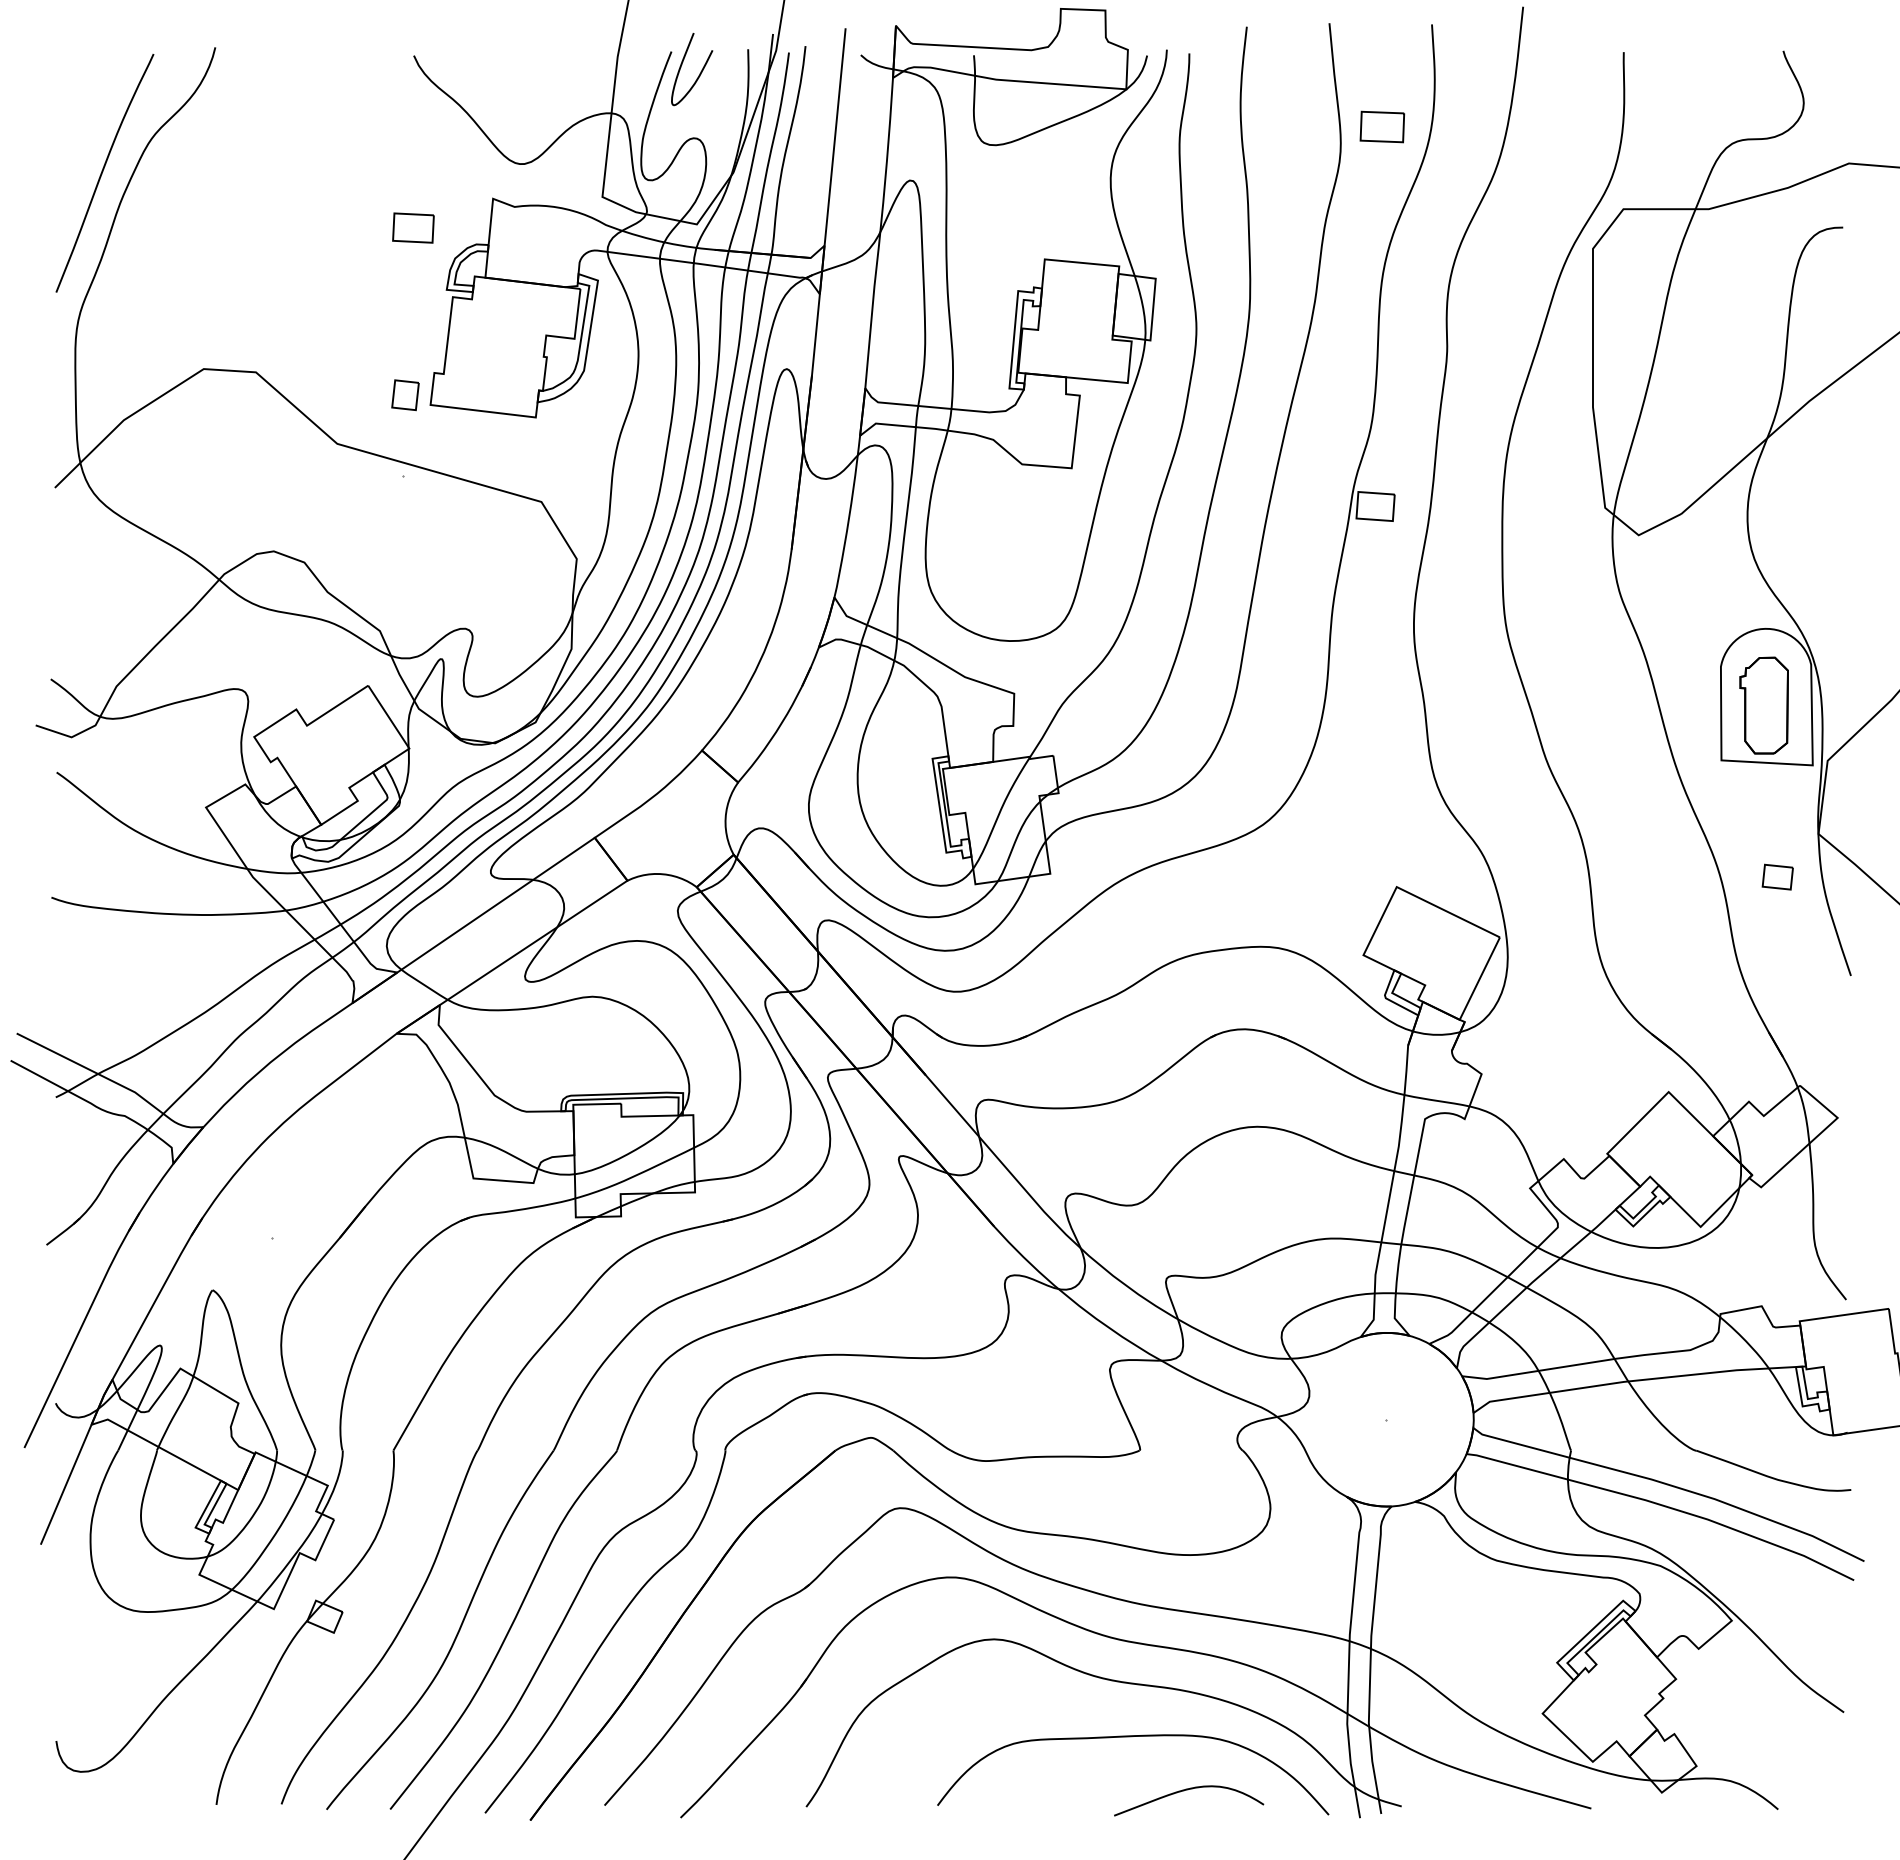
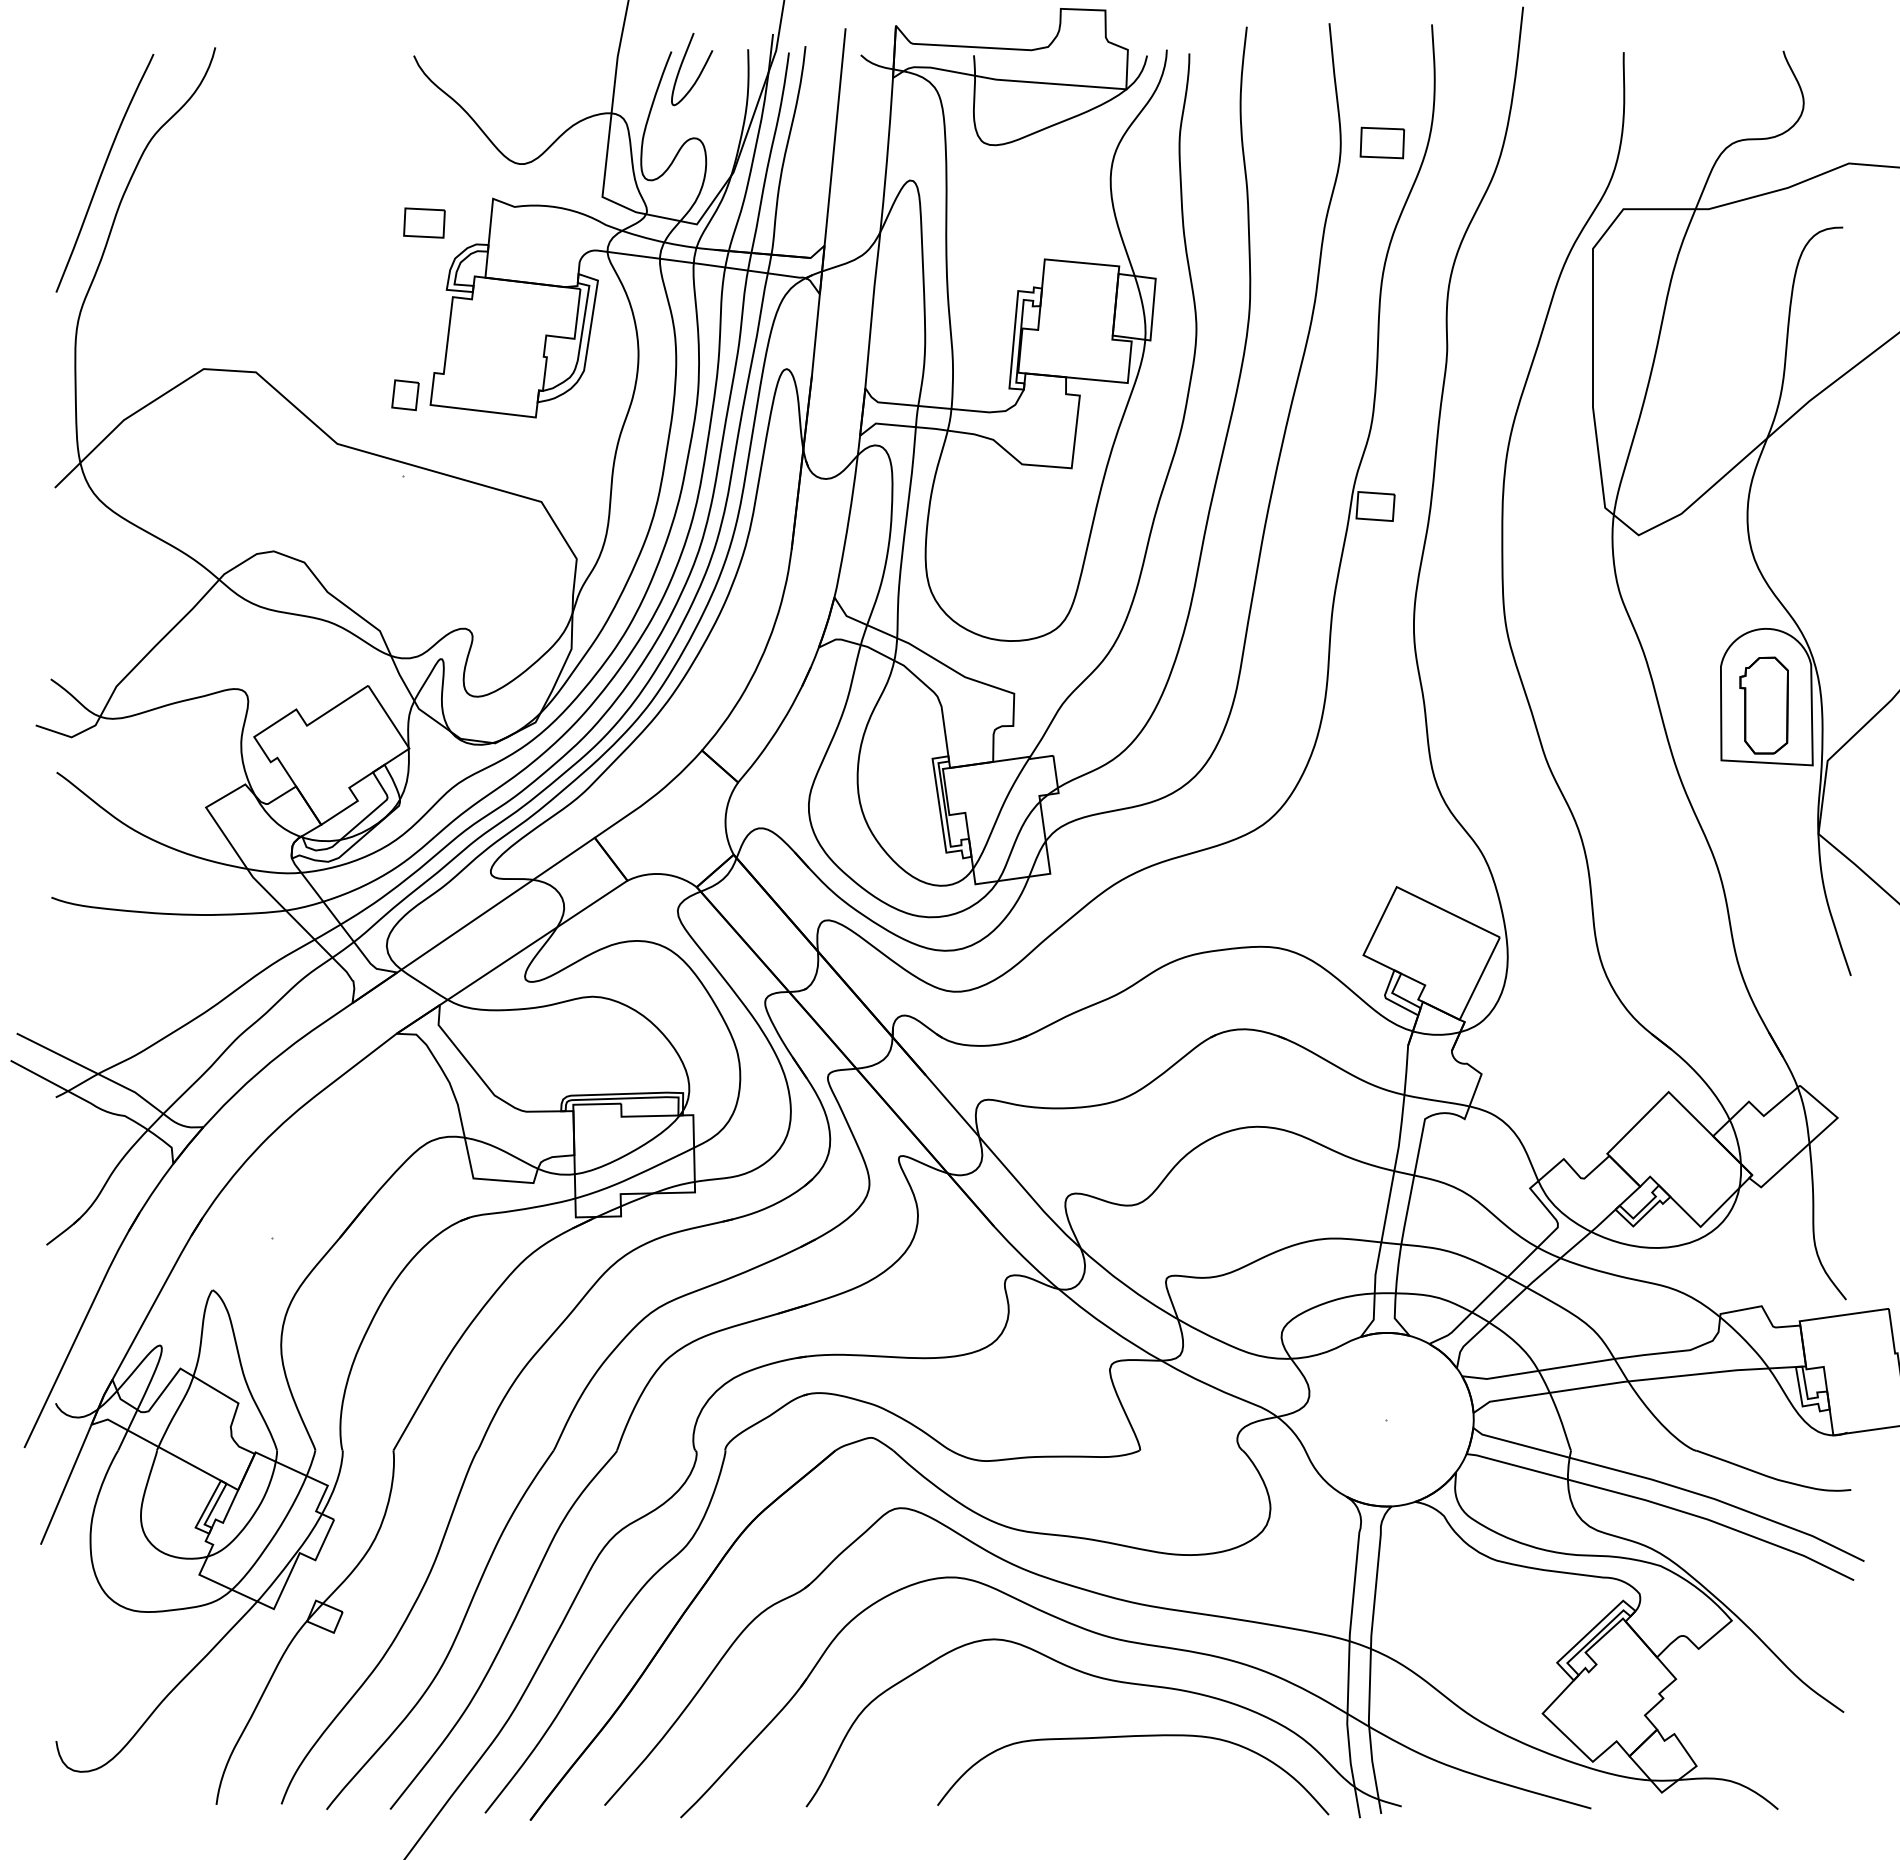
part at (1382, 126) position: (1382, 126) -> (1382, 142)
part at (413, 227) position: (413, 227) -> (424, 222)
part at (1777, 876): present -> none
curve at (1188, 1790): present -> none
